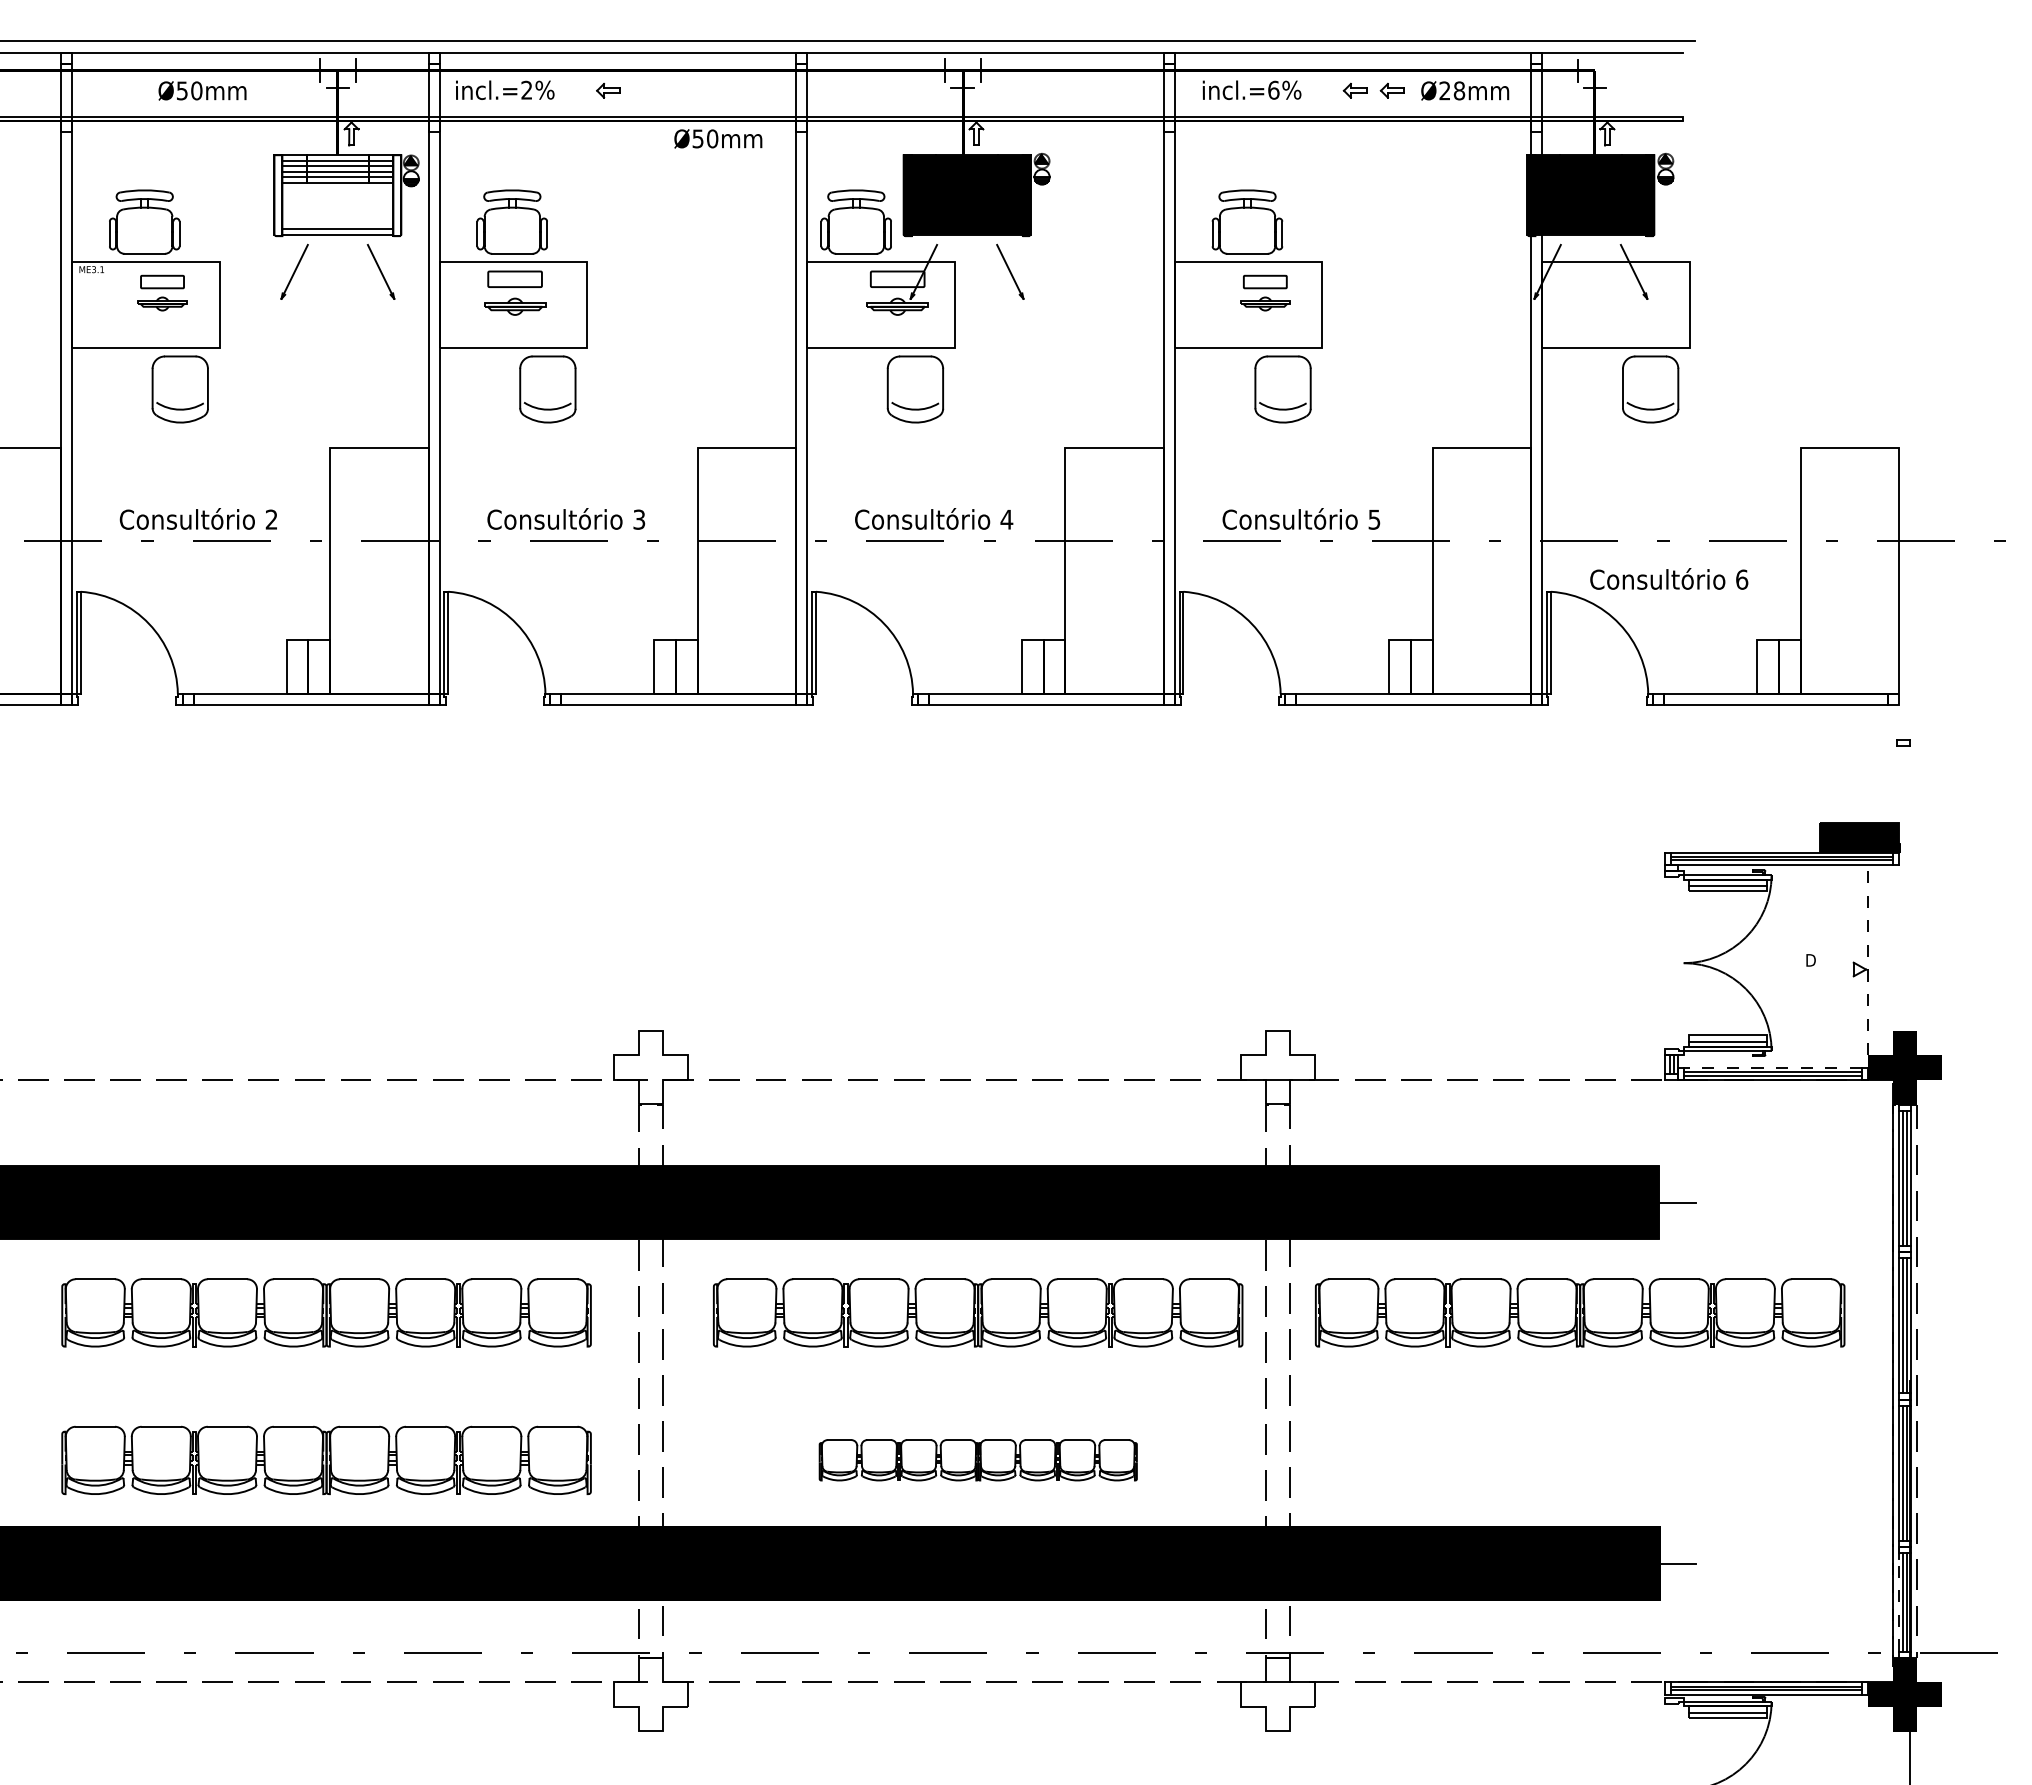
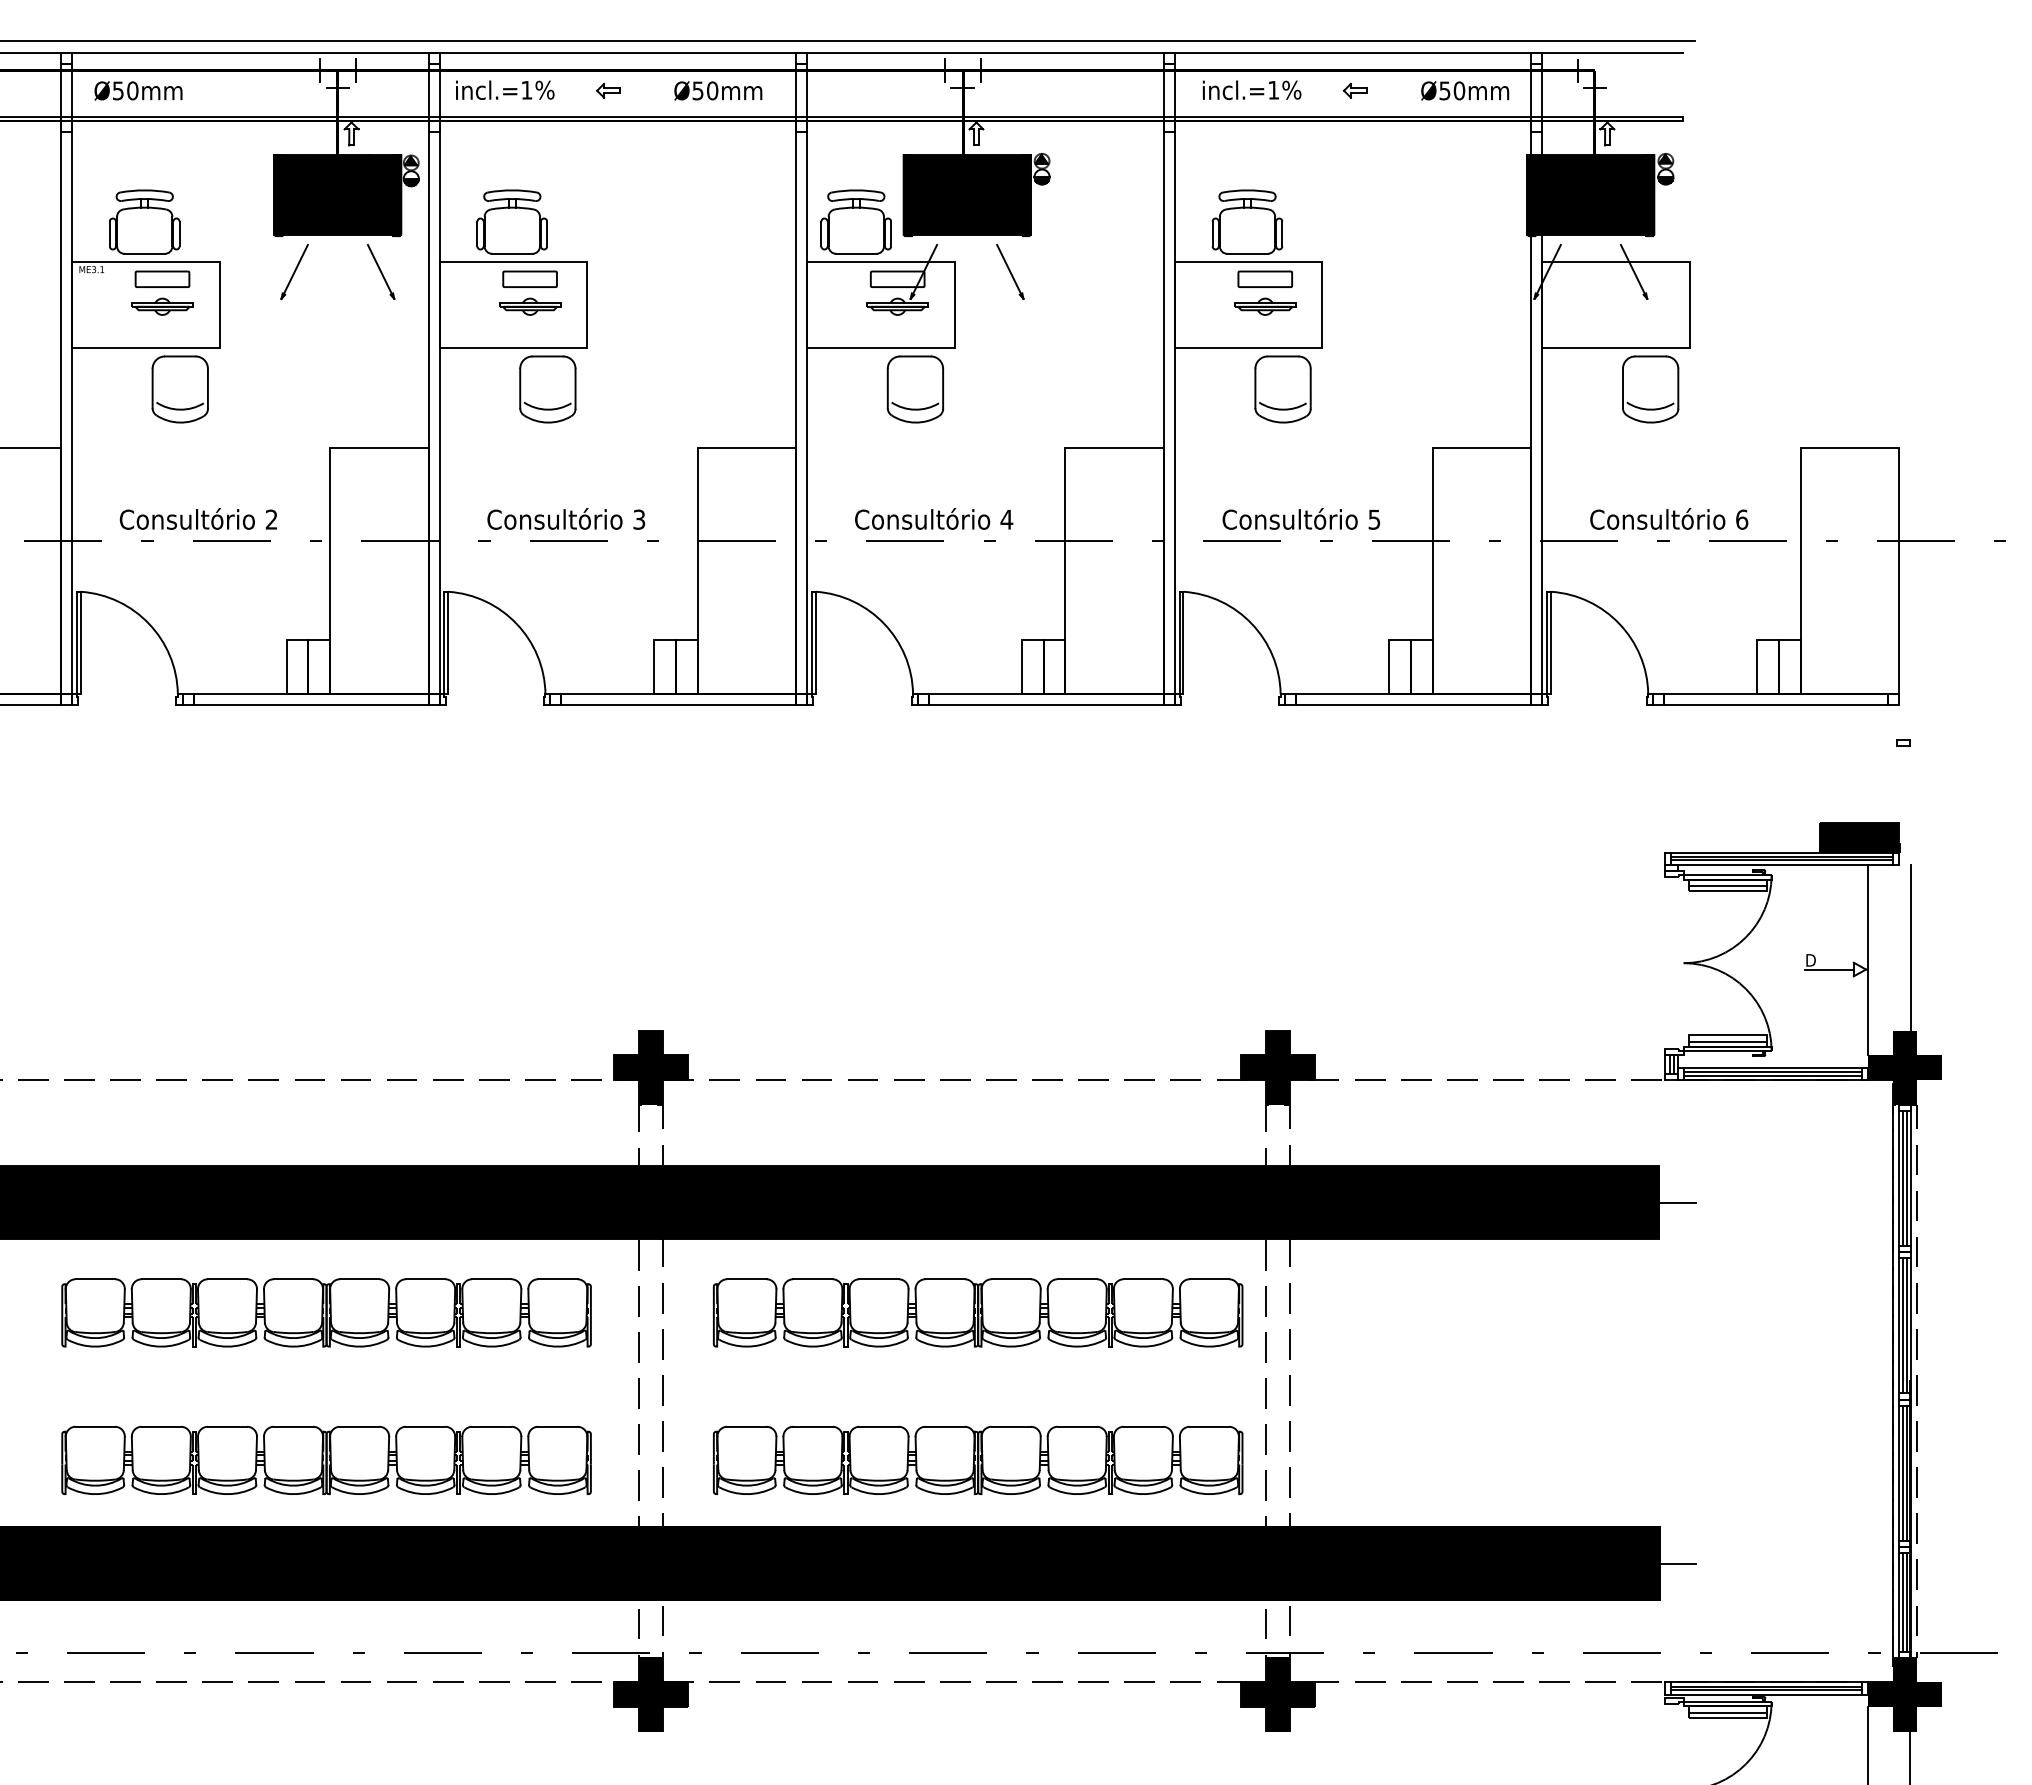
text at (526, 89): incl.=2%%% -> incl.=1%%%
text at (1273, 89): incl.=6%%% -> incl.=1%%%
text at (202, 90) position: (202, 90) -> (138, 90)
part at (1391, 90): present -> none
text at (1452, 90): Ø28mm -> Ø50mm
text at (718, 138) position: (718, 138) -> (718, 90)
fill at (337, 195): none -> present
part at (162, 292) size: 51x38 px -> 63x46 px
part at (515, 292) position: (515, 292) -> (530, 292)
part at (1265, 292) size: 51x38 px -> 63x46 px
text at (1669, 578) position: (1669, 578) -> (1669, 518)
line at (1911, 947): none -> present
line at (1868, 959): dashed -> solid
line at (1828, 969): none -> present
fill at (650, 1067): none -> present
fill at (1277, 1067): none -> present
line at (1772, 1067): dashed -> solid
part at (1580, 1312): present -> none
part at (977, 1460) size: 320x43 px -> 531x70 px
line at (1898, 1601): dashed -> solid
fill at (650, 1694): none -> present
fill at (1277, 1694): none -> present
line at (1868, 1743): none -> present
